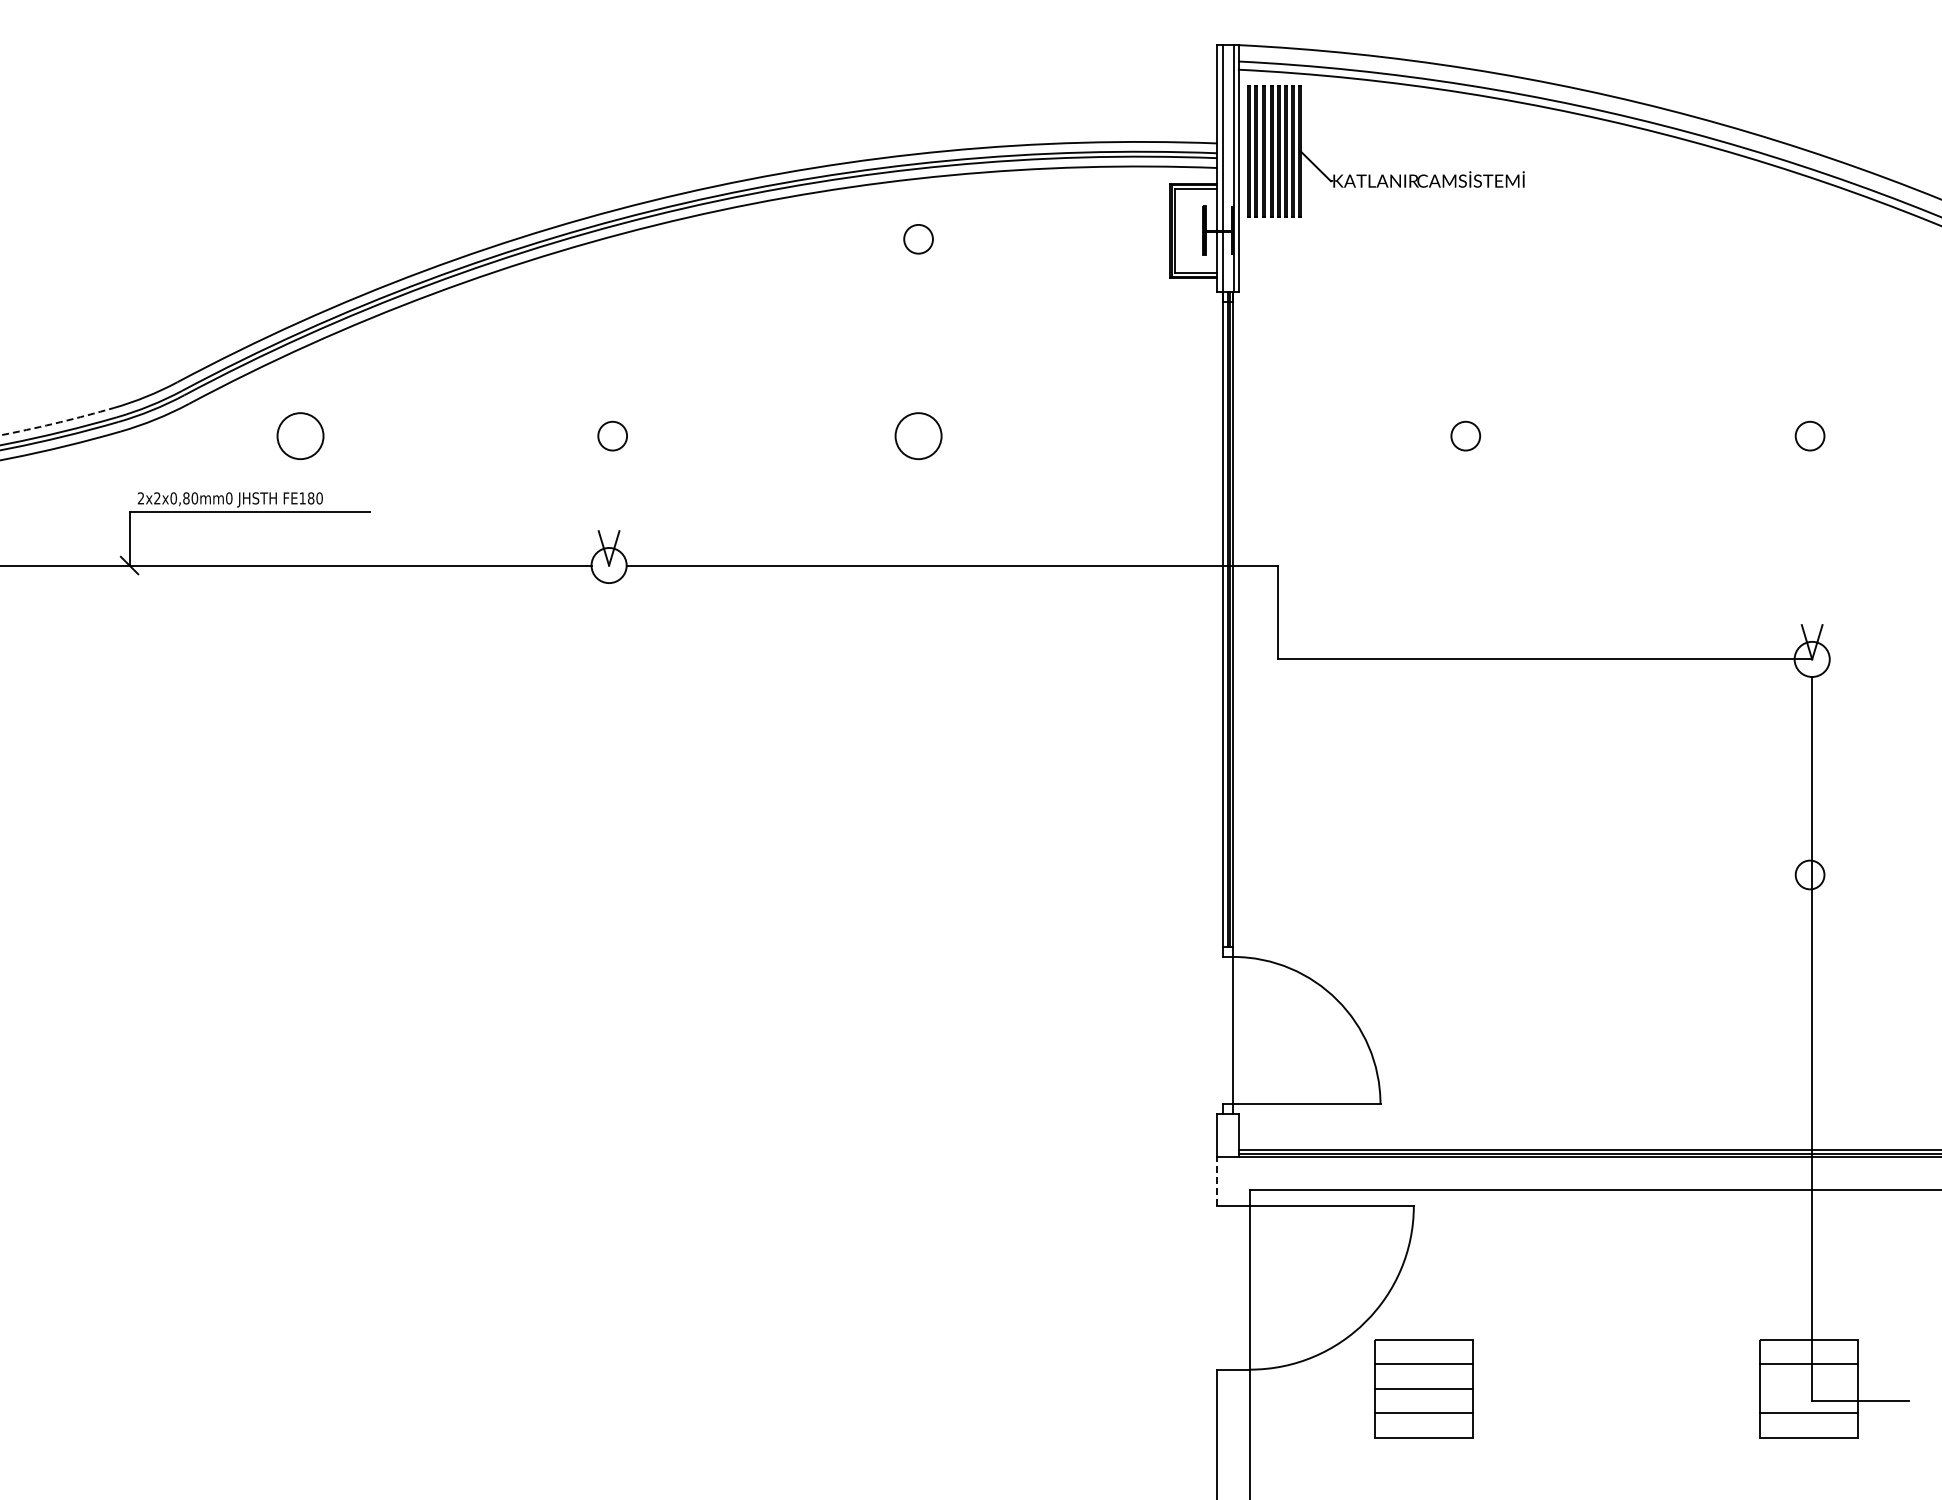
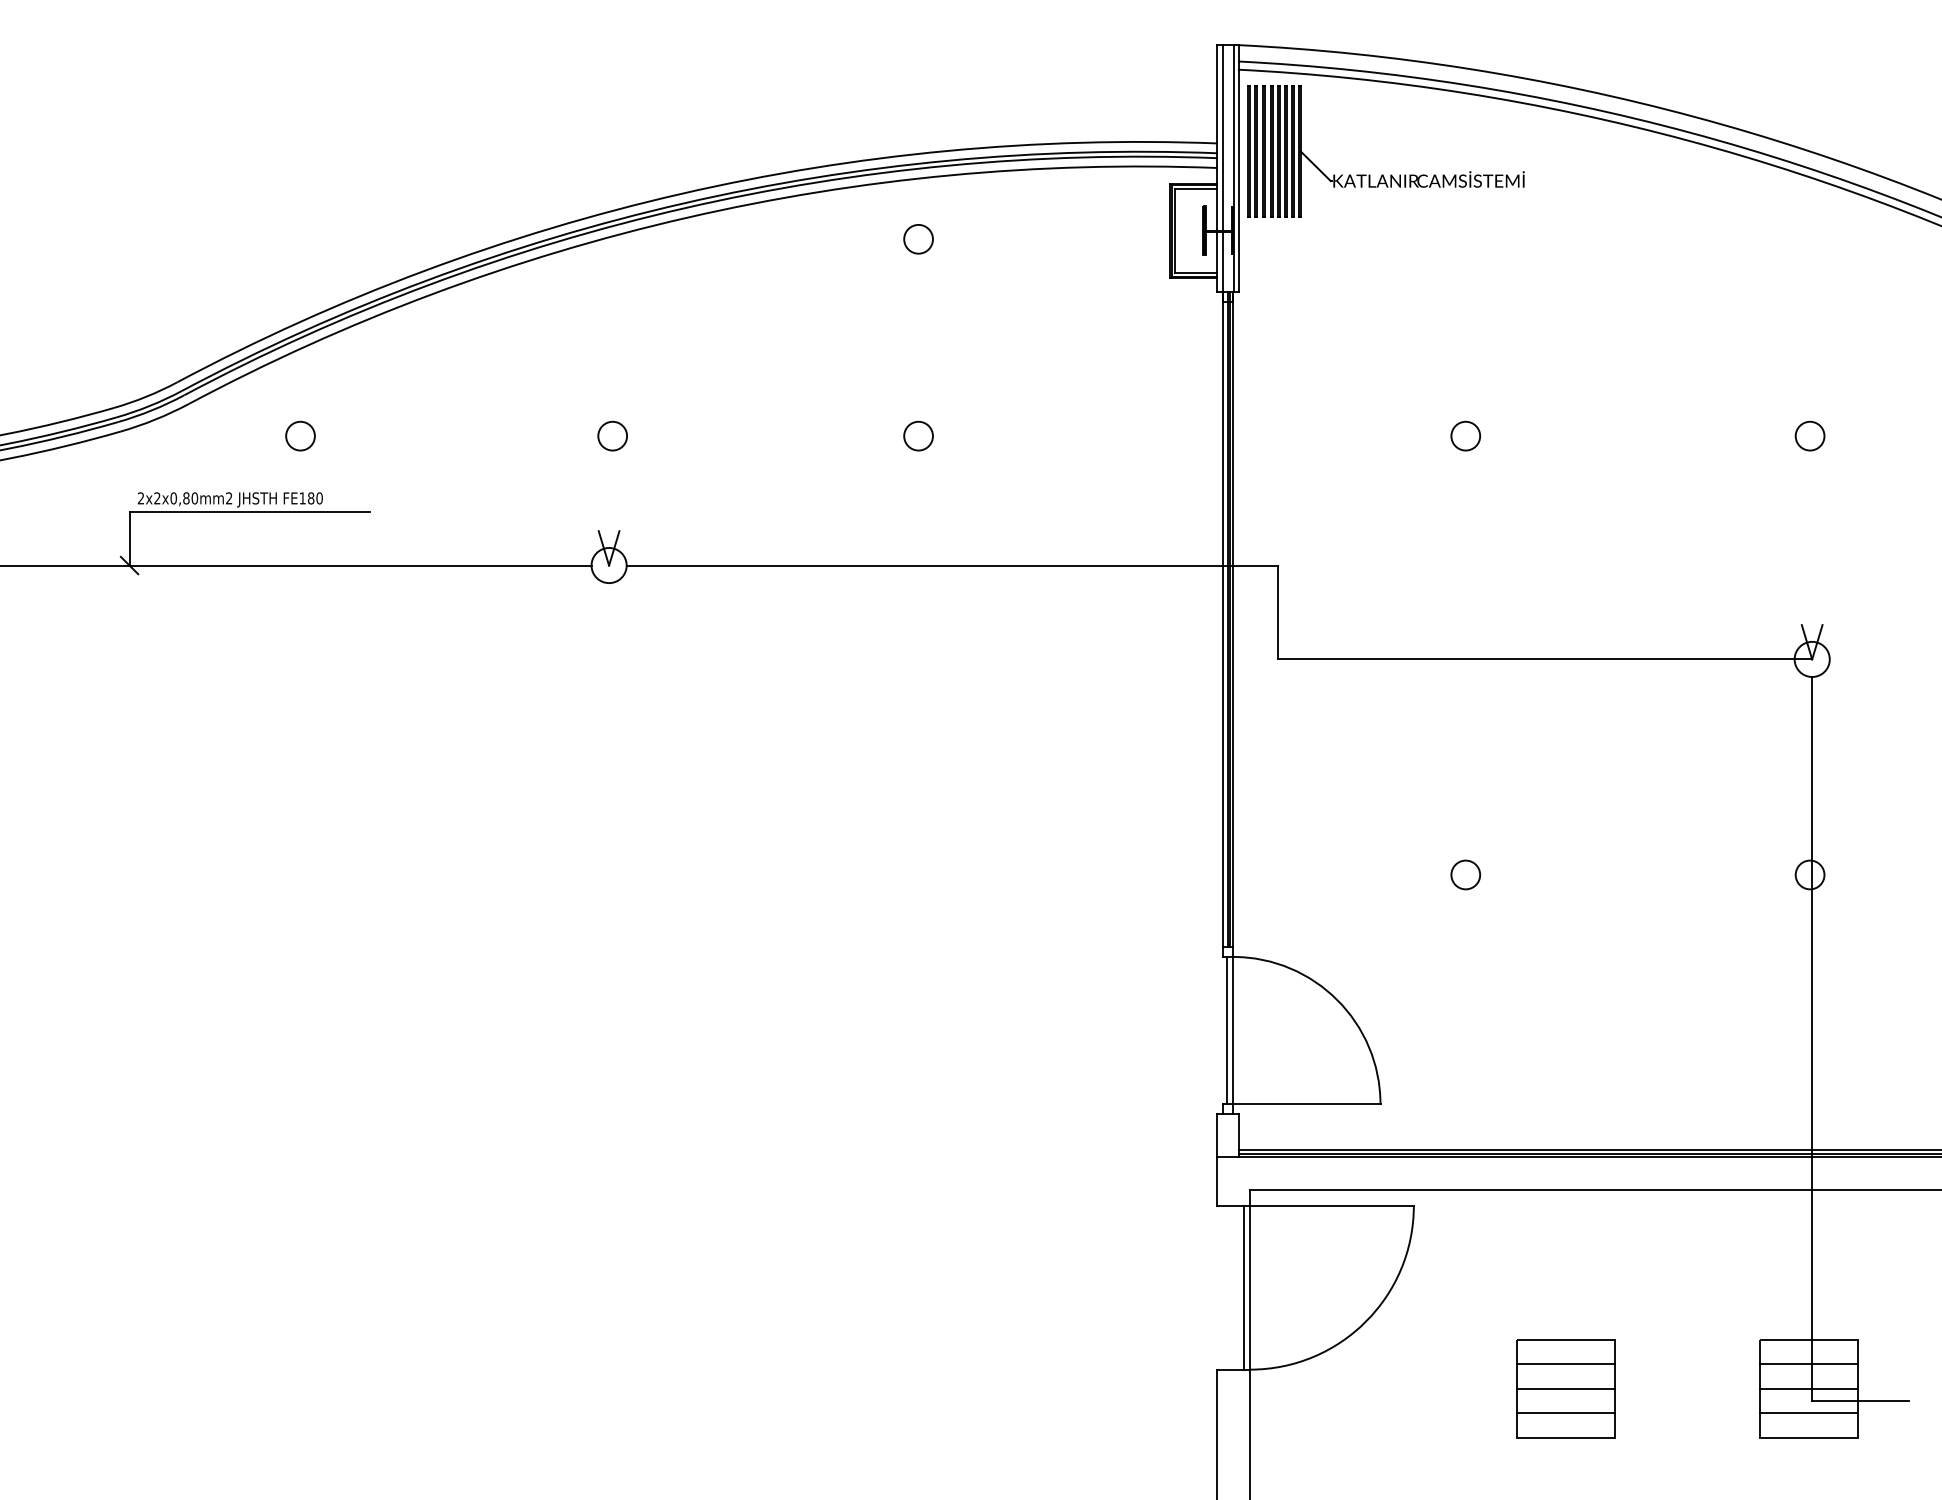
arc at (57, 422): dashed -> solid
circle at (300, 436) diameter: 46 px -> 29 px
circle at (918, 436) diameter: 46 px -> 29 px
text at (229, 498): 2x2x0,80mm0 -> 2x2x0,80mm2
circle at (1465, 874): none -> present
line at (1226, 1030): none -> present
line at (1217, 1181): dashed -> solid
line at (1243, 1287): none -> present
part at (1423, 1388) position: (1423, 1388) -> (1565, 1388)
line at (1809, 1388): none -> present
